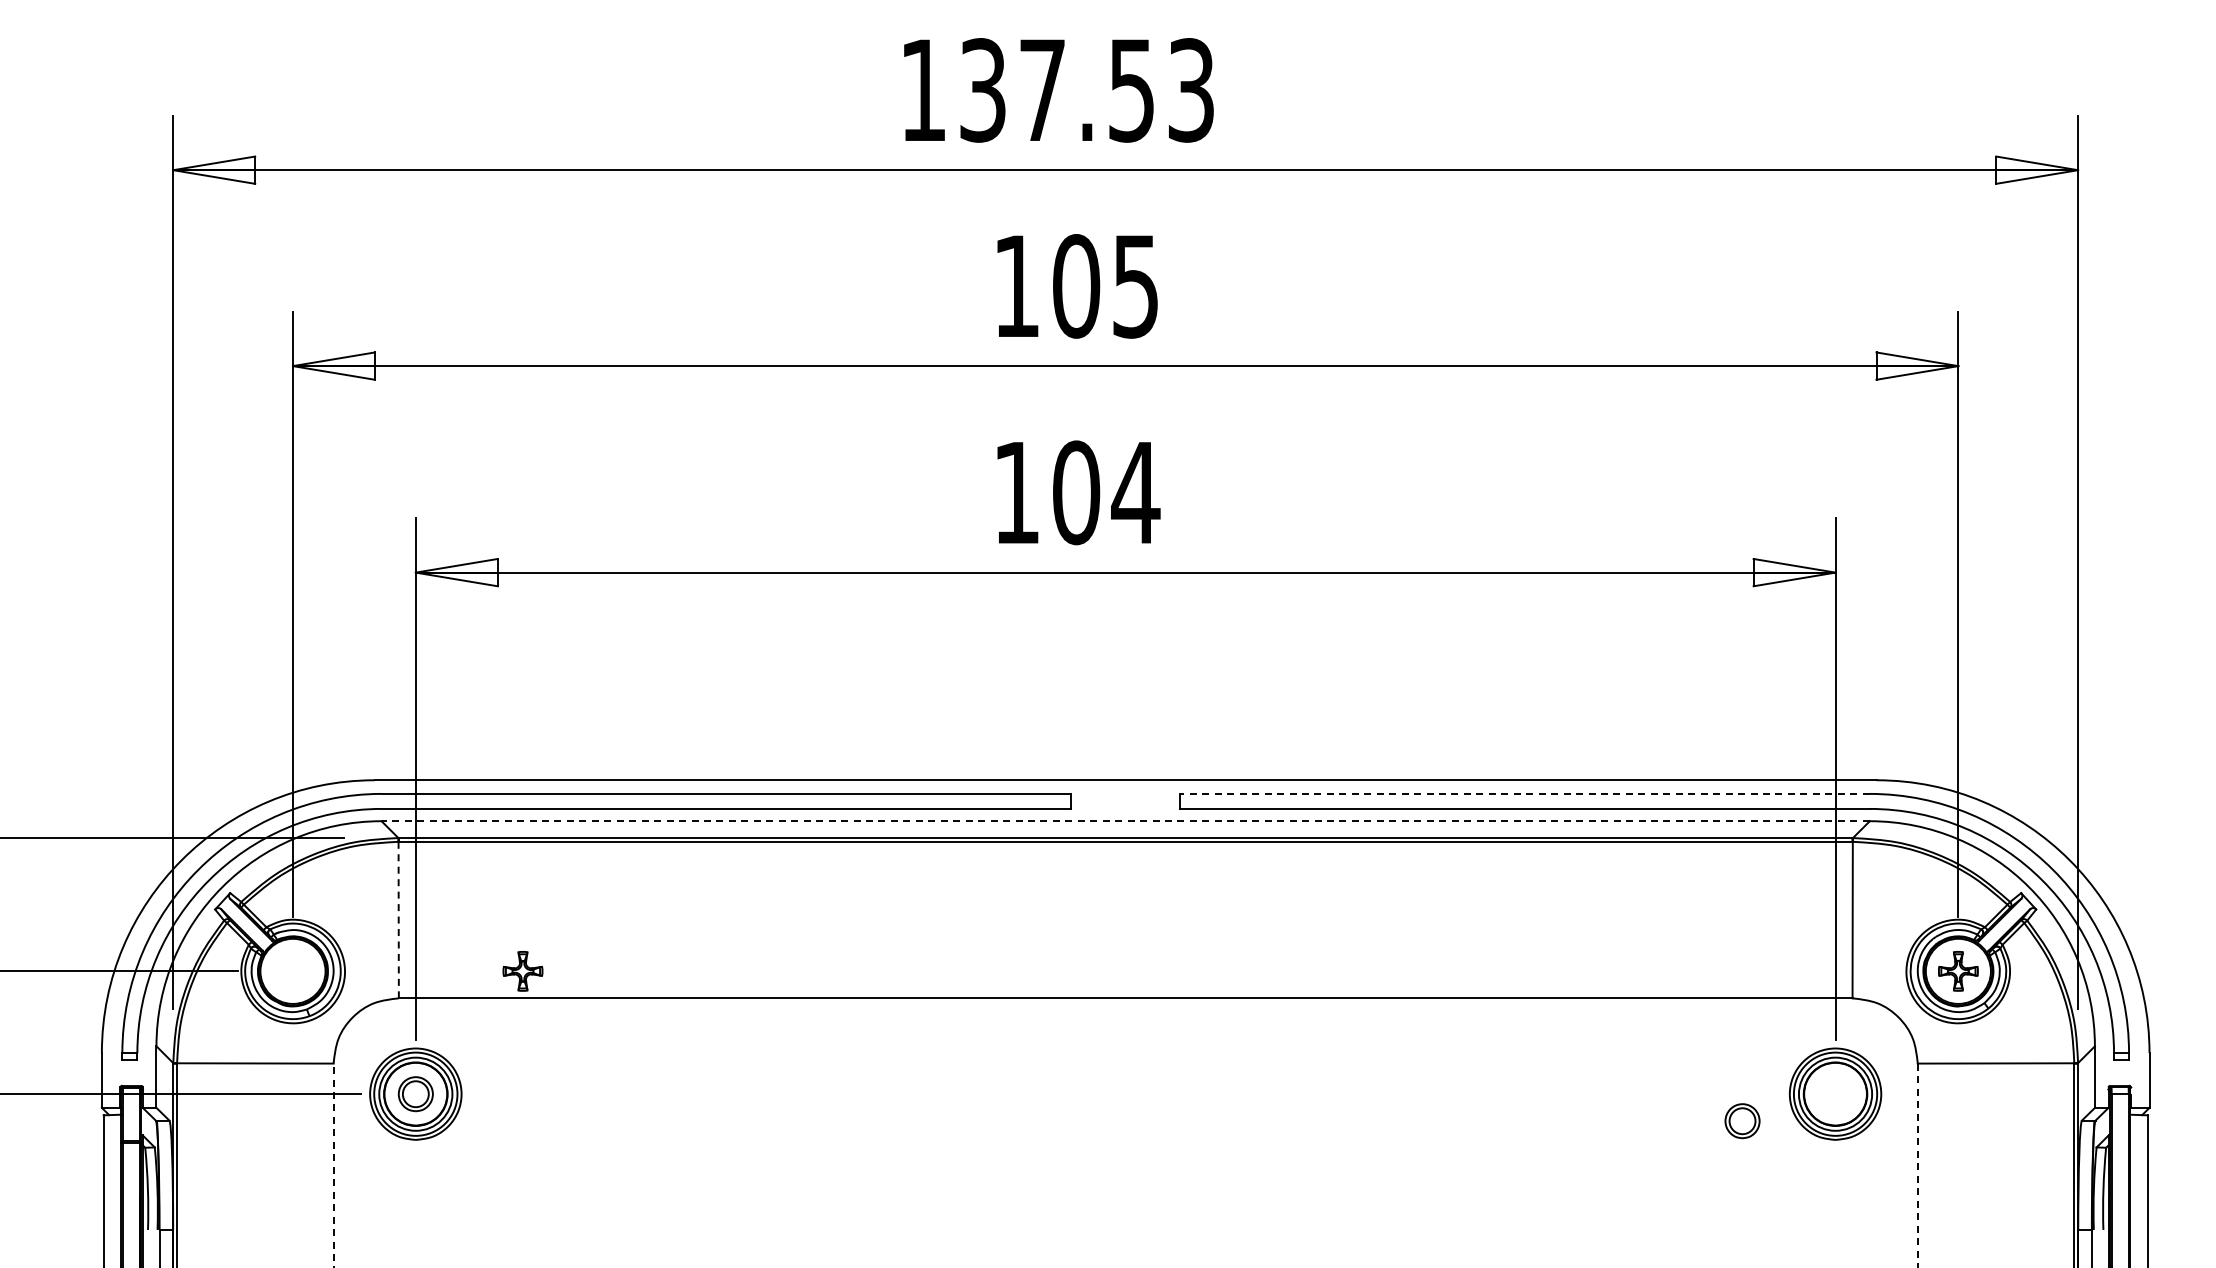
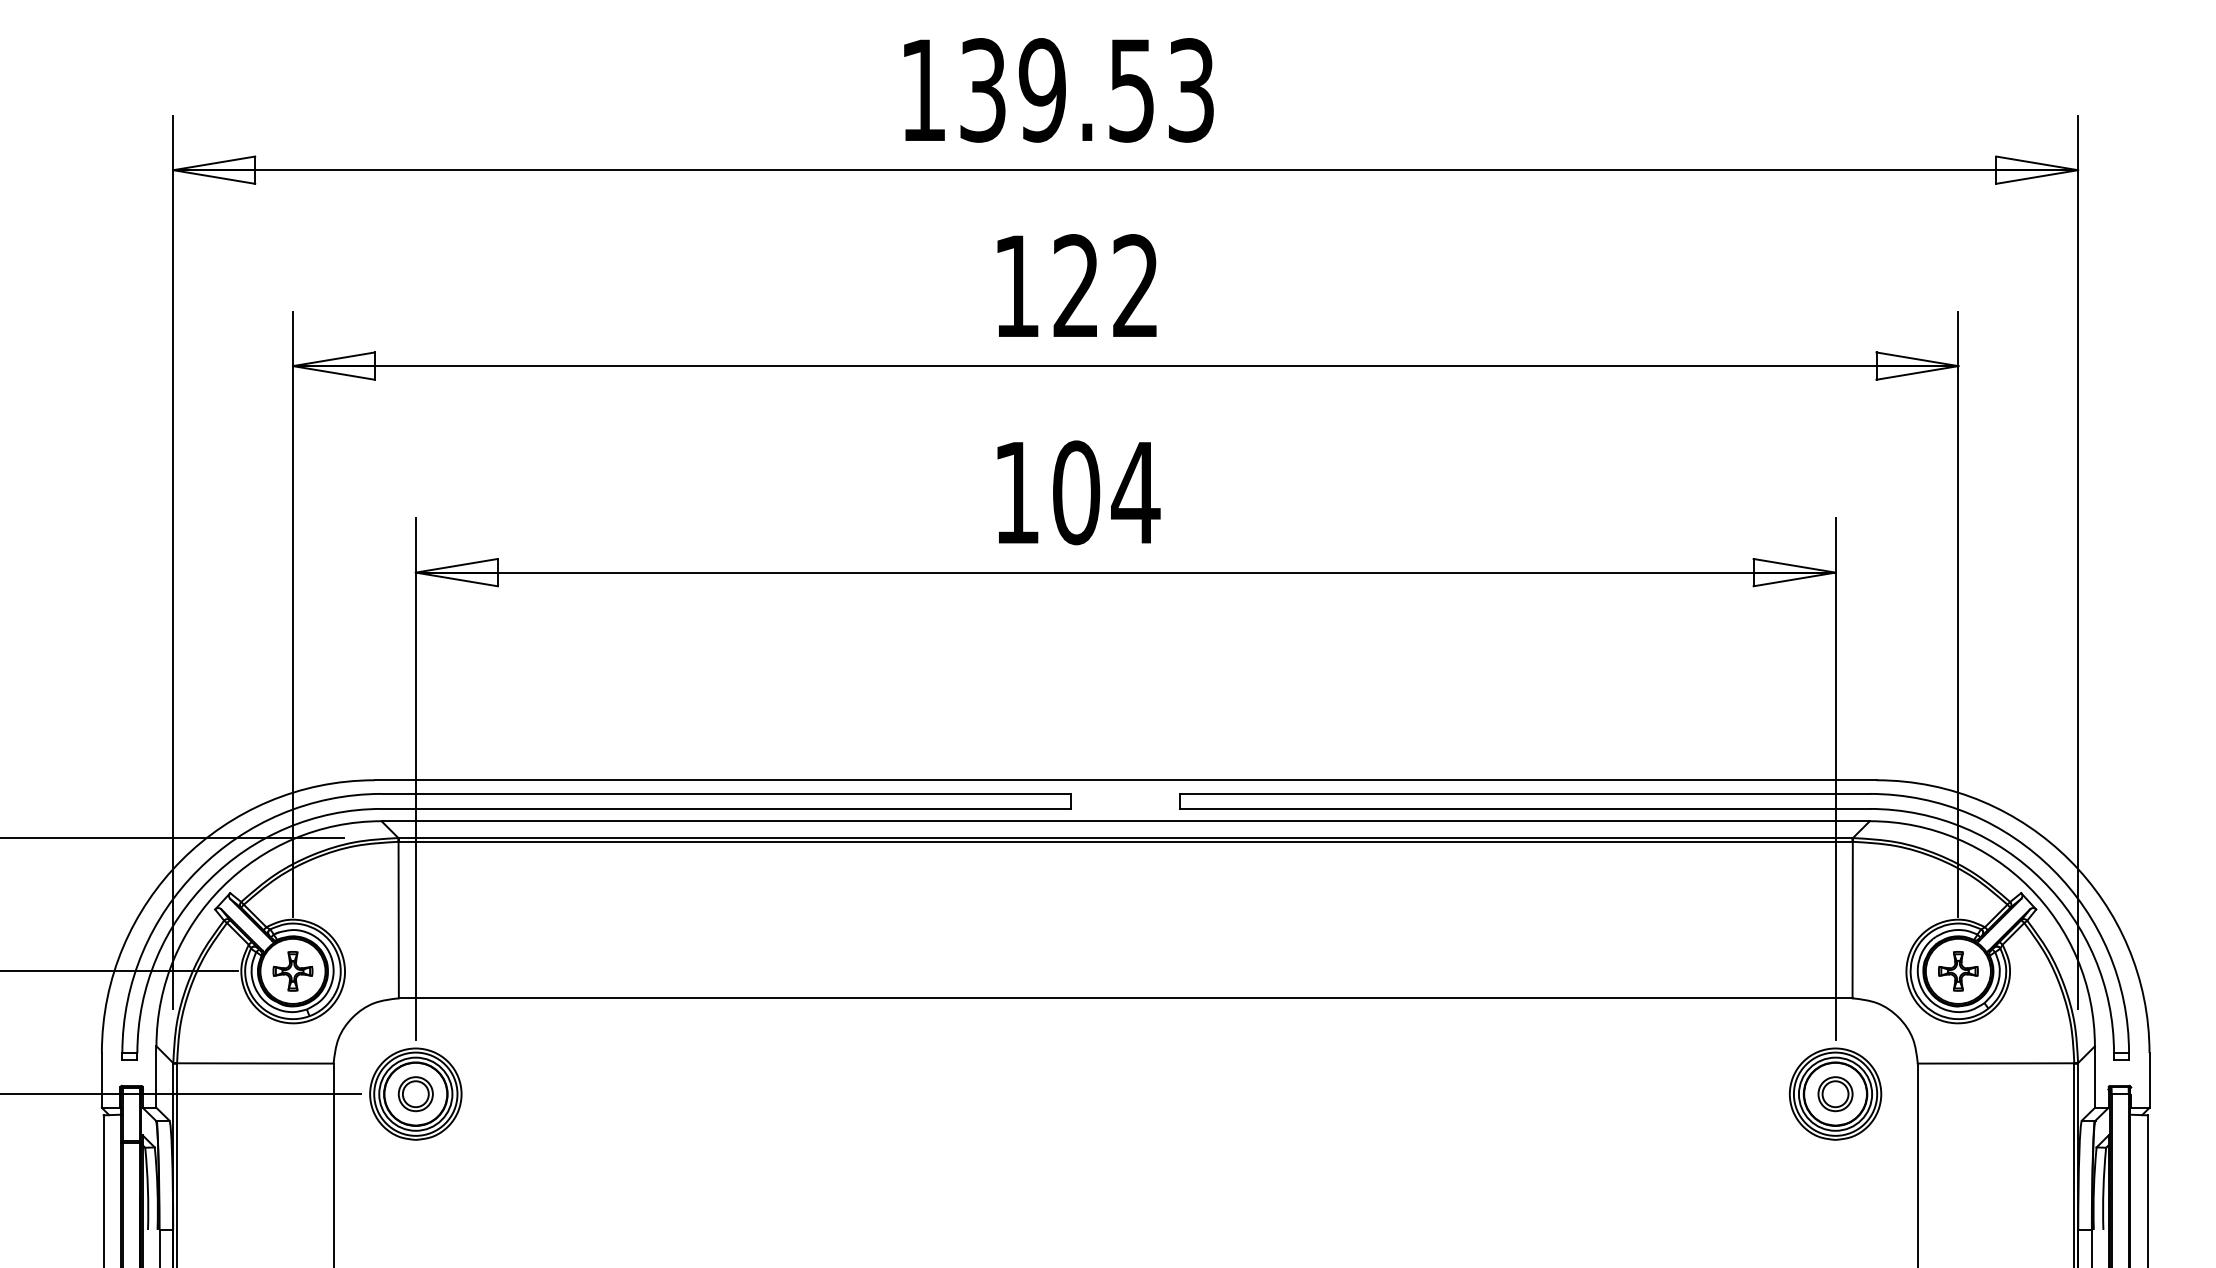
text at (1041, 90): 137.53 -> 139.53
text at (1105, 286): 105 -> 122
line at (1524, 793): dashed -> solid
line at (1125, 821): dashed -> solid
line at (398, 919): dashed -> solid
part at (522, 971) position: (522, 971) -> (292, 971)
part at (1742, 1121) position: (1742, 1121) -> (1835, 1094)
line at (333, 1165): dashed -> solid
line at (1917, 1165): dashed -> solid
